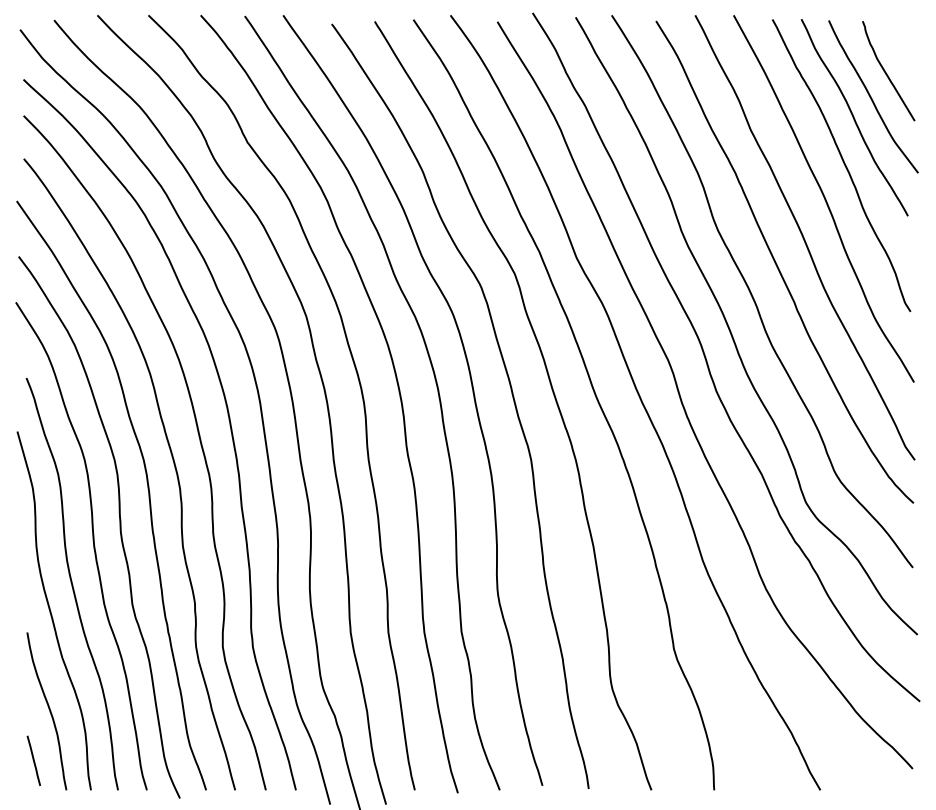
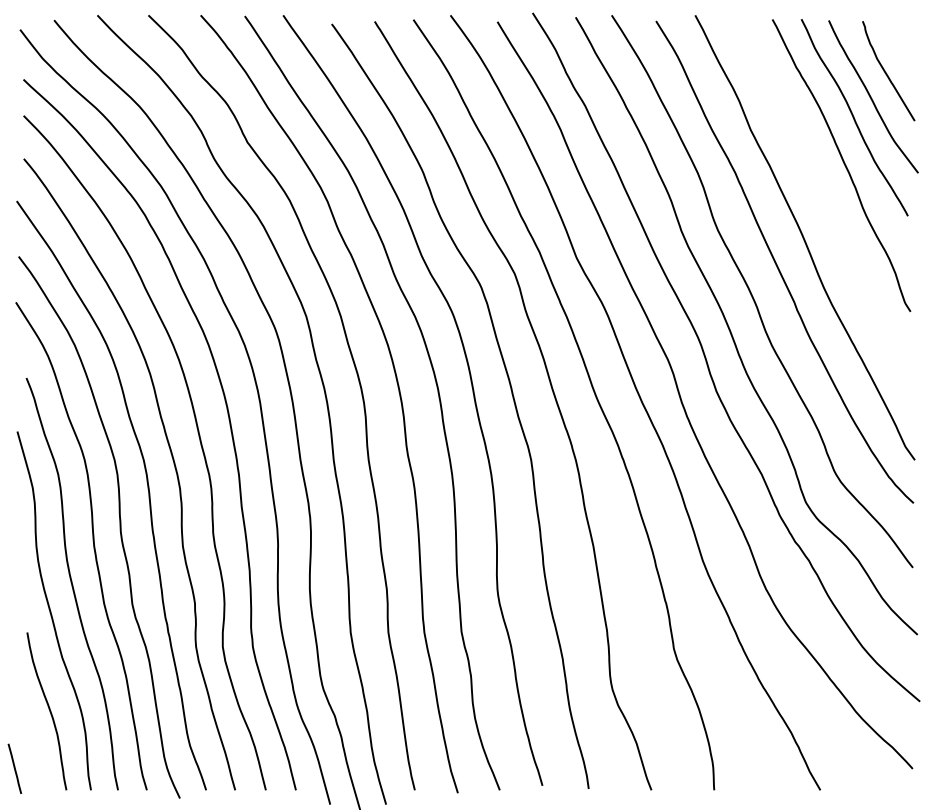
curve at (823, 197): present -> none
line at (33, 760) position: (33, 760) -> (14, 768)
